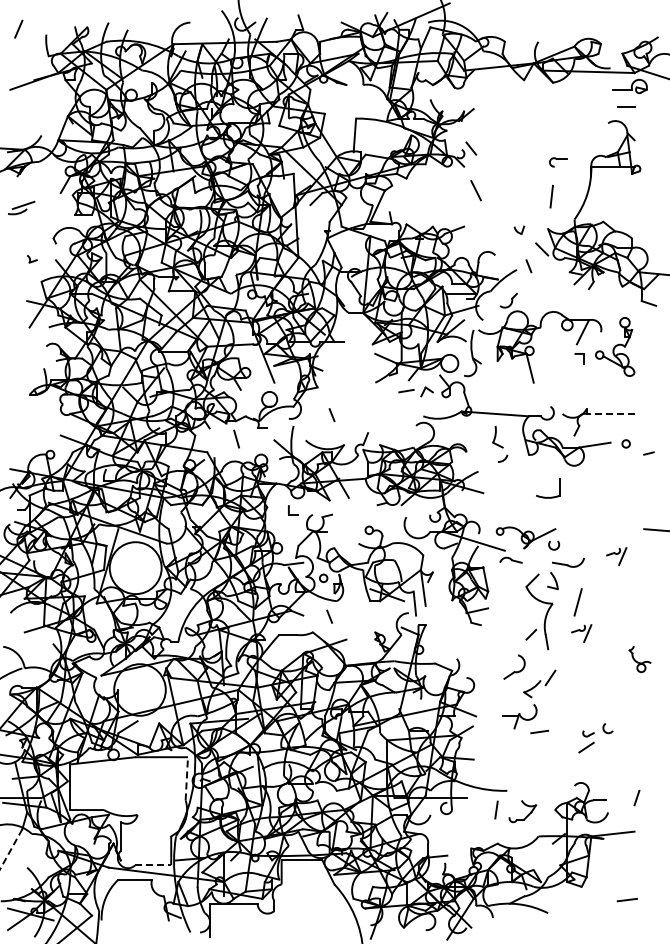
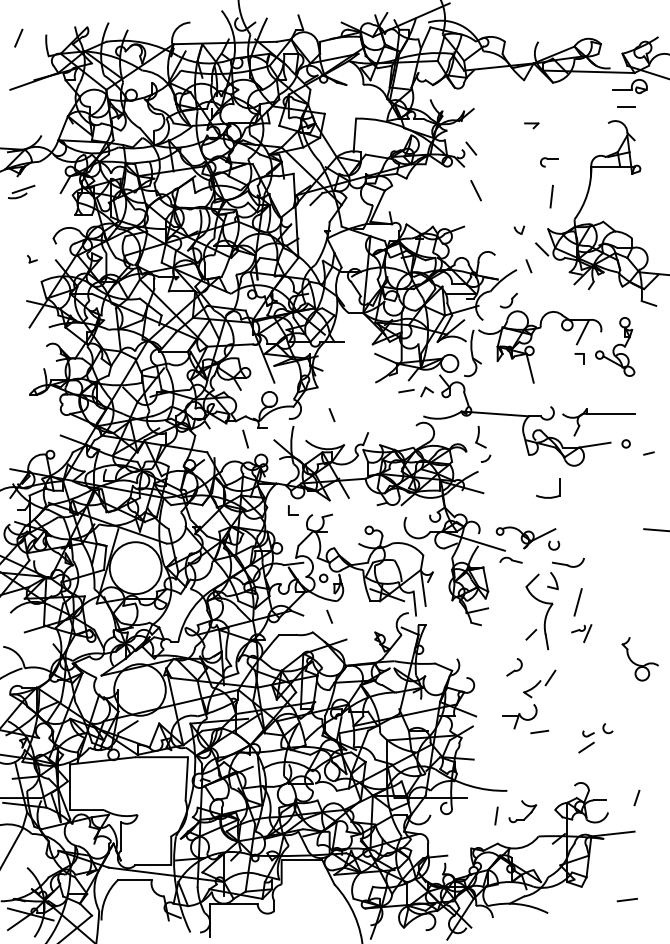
line at (18, 28) position: (18, 28) -> (18, 37)
part at (531, 125): none -> present
part at (558, 162) position: (558, 162) -> (549, 162)
part at (21, 207) position: (21, 207) -> (21, 191)
line at (610, 413): dashed -> solid
line at (236, 438) position: (236, 438) -> (245, 438)
part at (500, 444) position: (500, 444) -> (483, 444)
part at (616, 556): present -> none
part at (639, 659) size: 24x28 px -> 38x45 px
part at (514, 666) size: 23x26 px -> 17x19 px
line at (186, 778): dashed -> solid
line at (496, 809) position: (496, 809) -> (496, 815)
line at (11, 849): dashed -> solid
line at (153, 865): dashed -> solid
